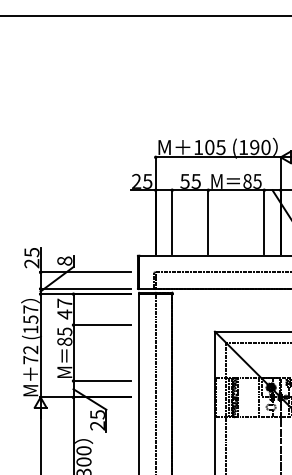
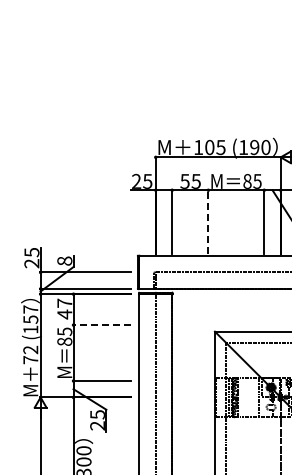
line at (145, 15): present -> none
line at (208, 221): solid -> dashed
line at (101, 325): solid -> dashed
